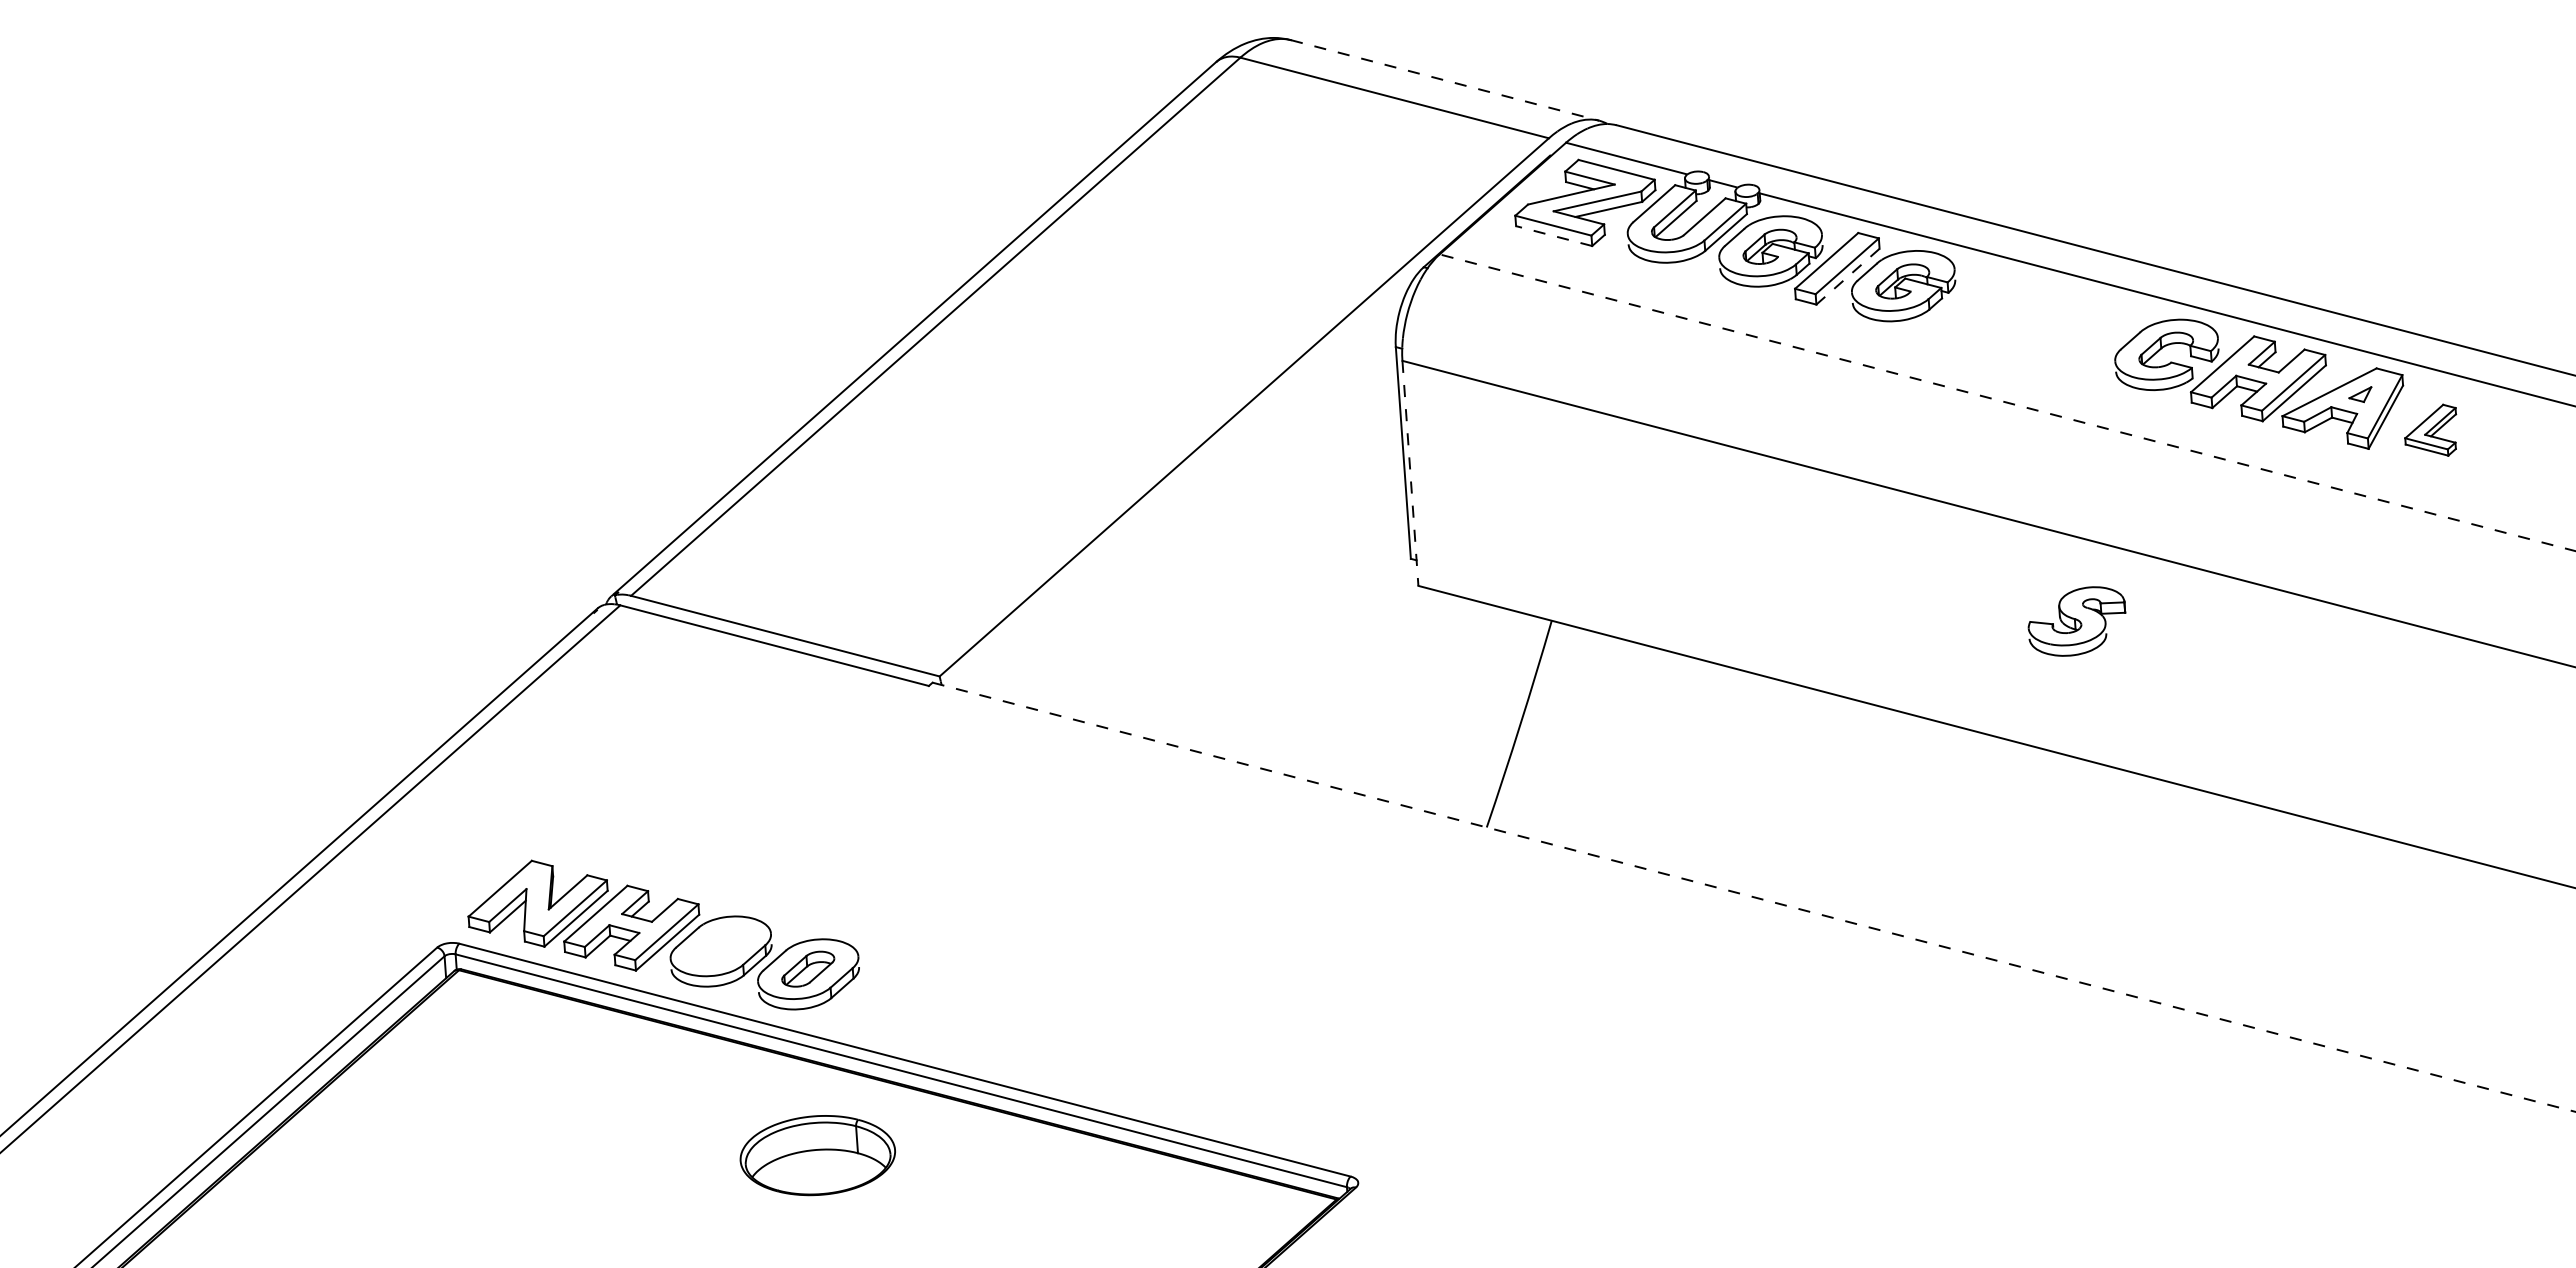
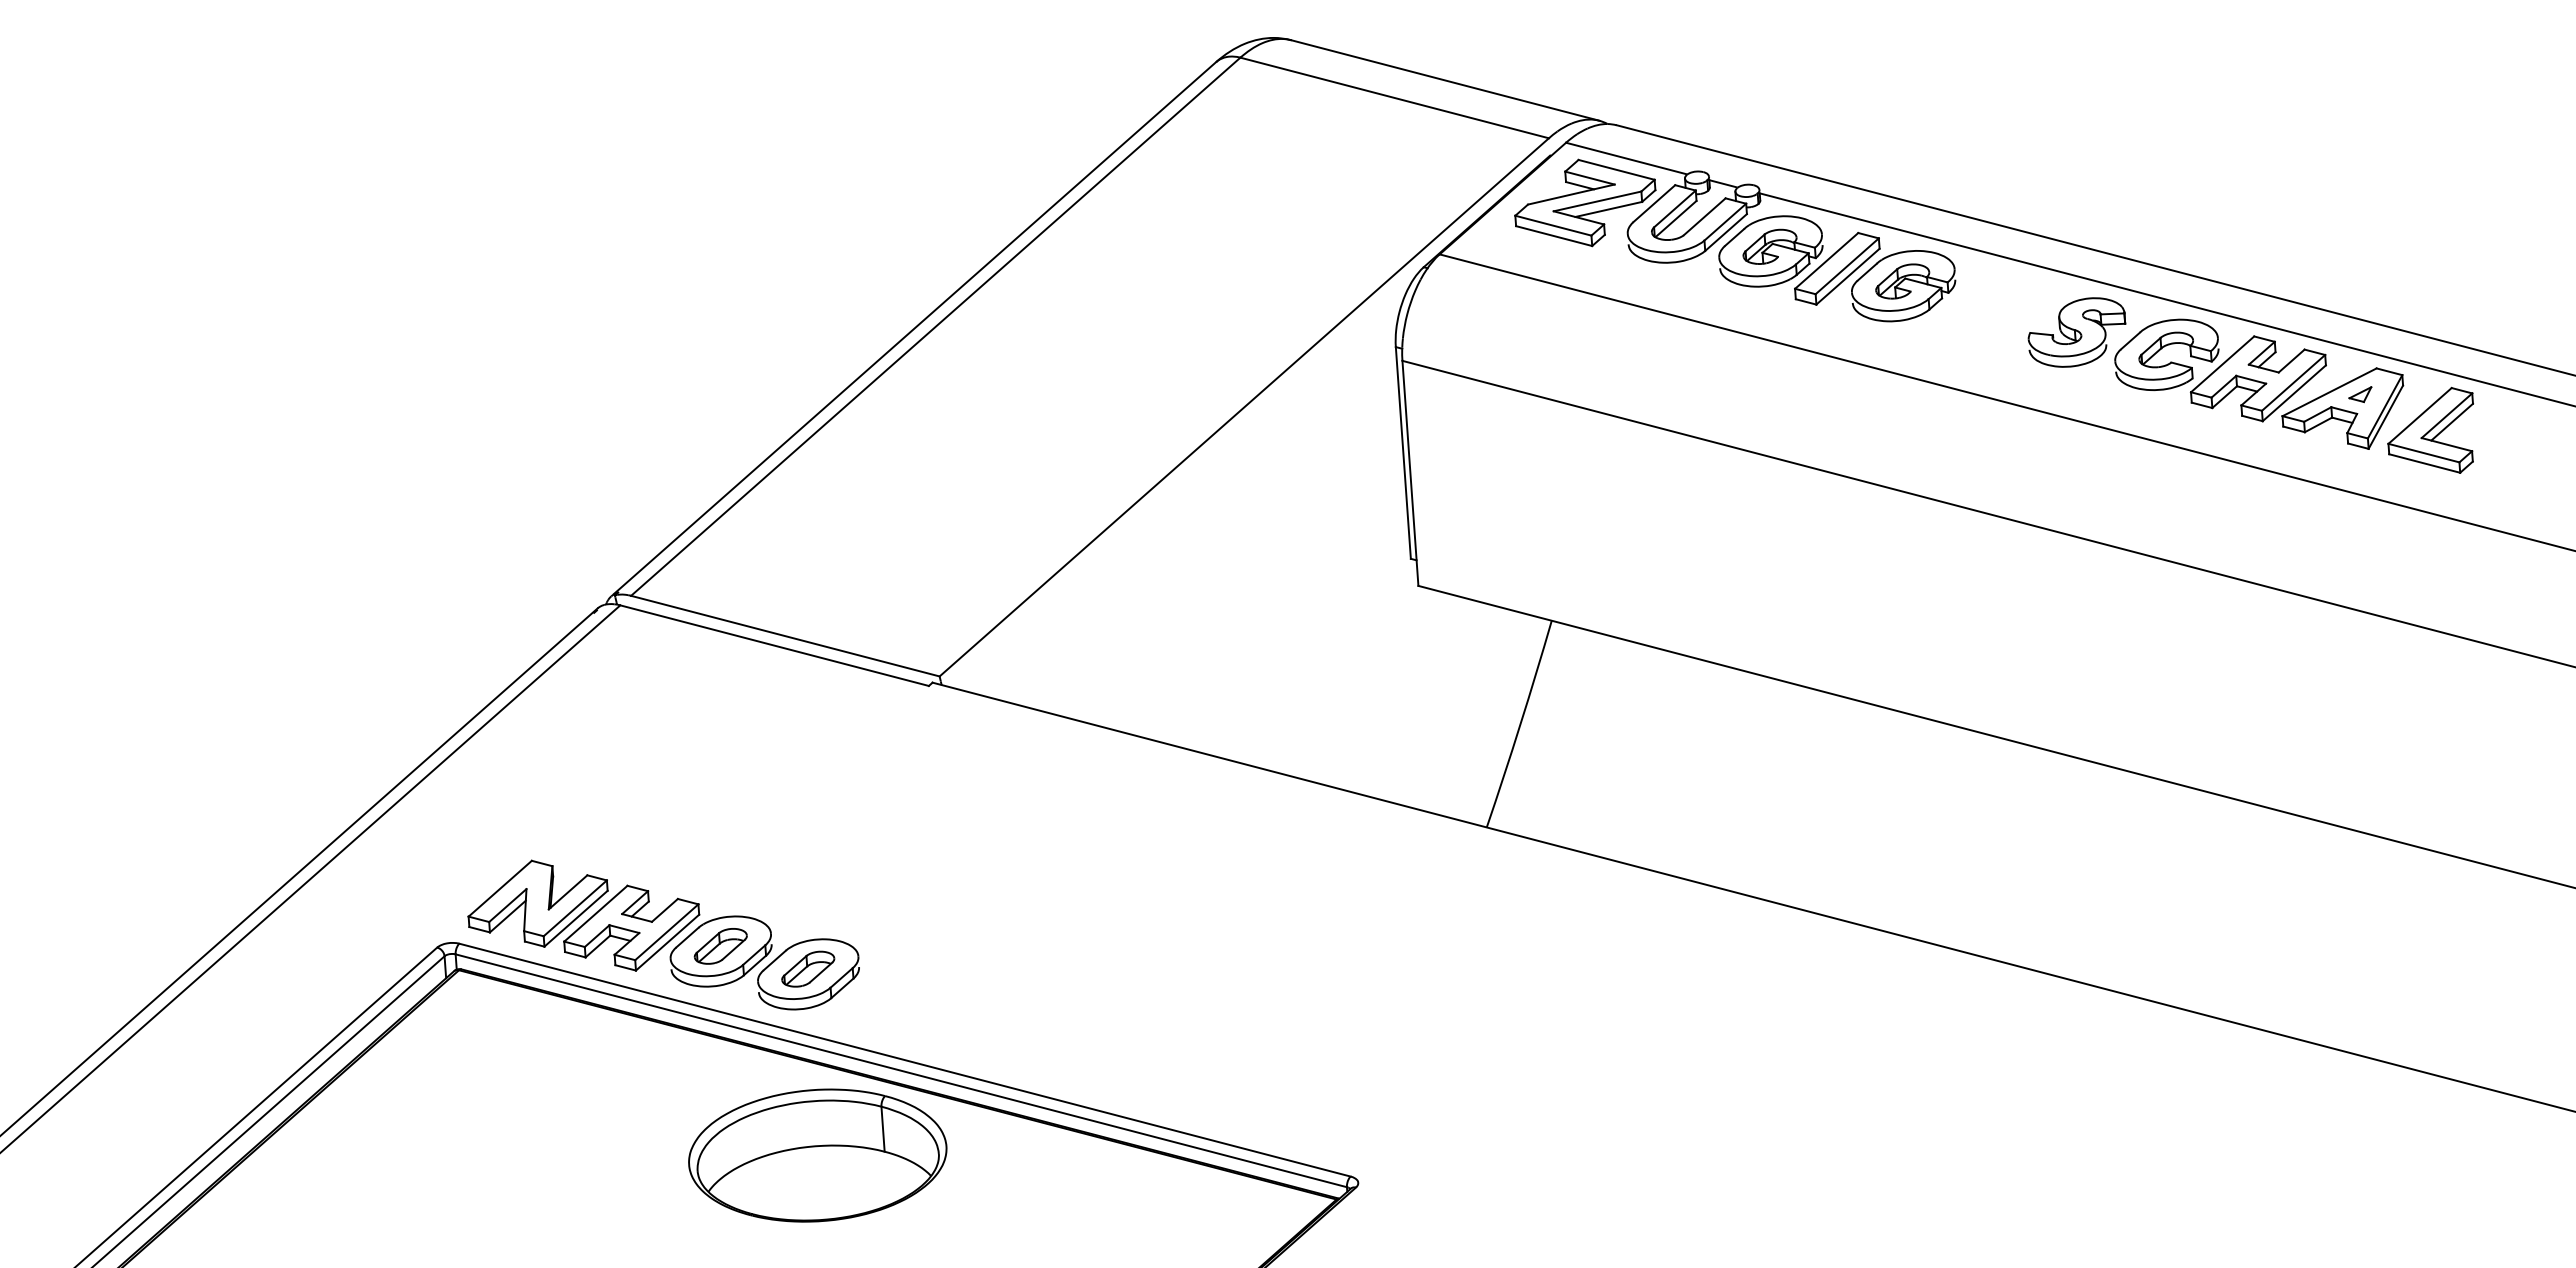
line at (1445, 80): dashed -> solid
line at (1553, 235): dashed -> solid
line at (1847, 277): dashed -> solid
line at (2007, 402): dashed -> solid
part at (2430, 429) size: 54x54 px -> 87x88 px
line at (1410, 473): dashed -> solid
part at (2076, 621) position: (2076, 621) -> (2076, 332)
line at (1754, 897): dashed -> solid
part at (720, 946): none -> present
part at (817, 1155) size: 157x82 px -> 260x135 px
